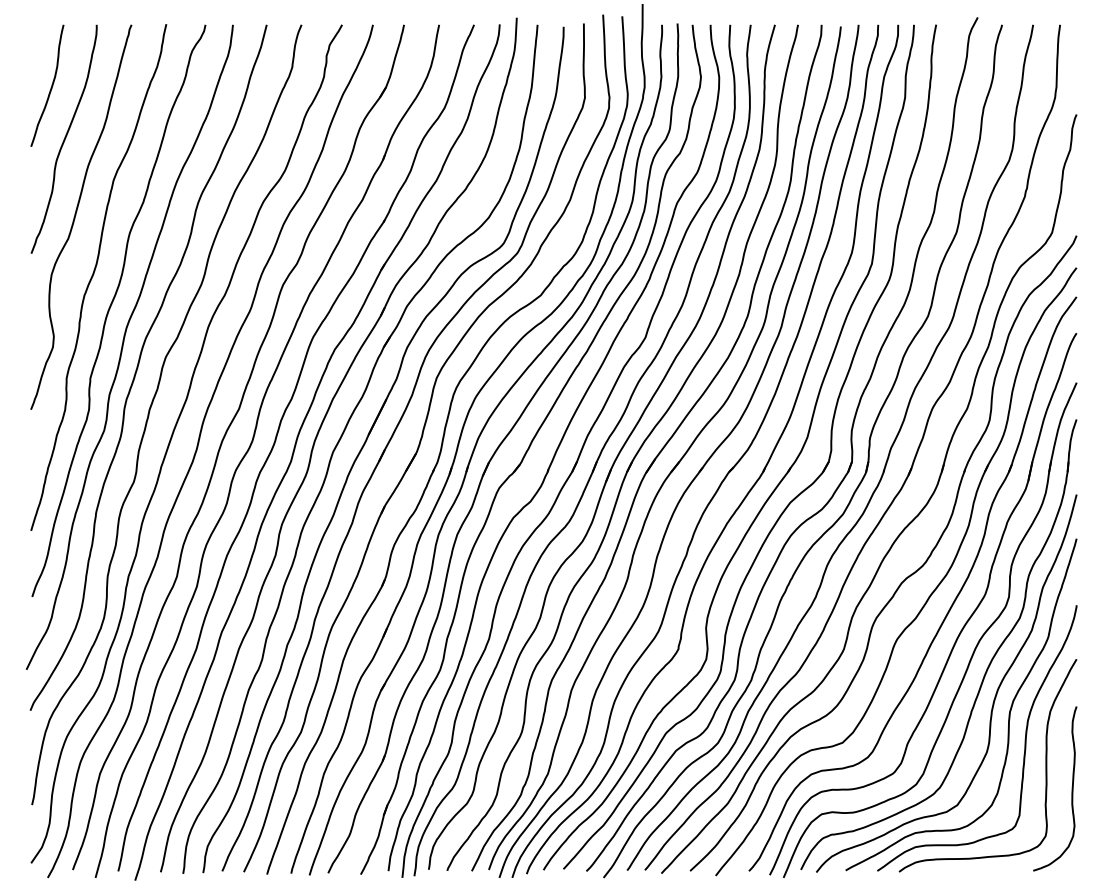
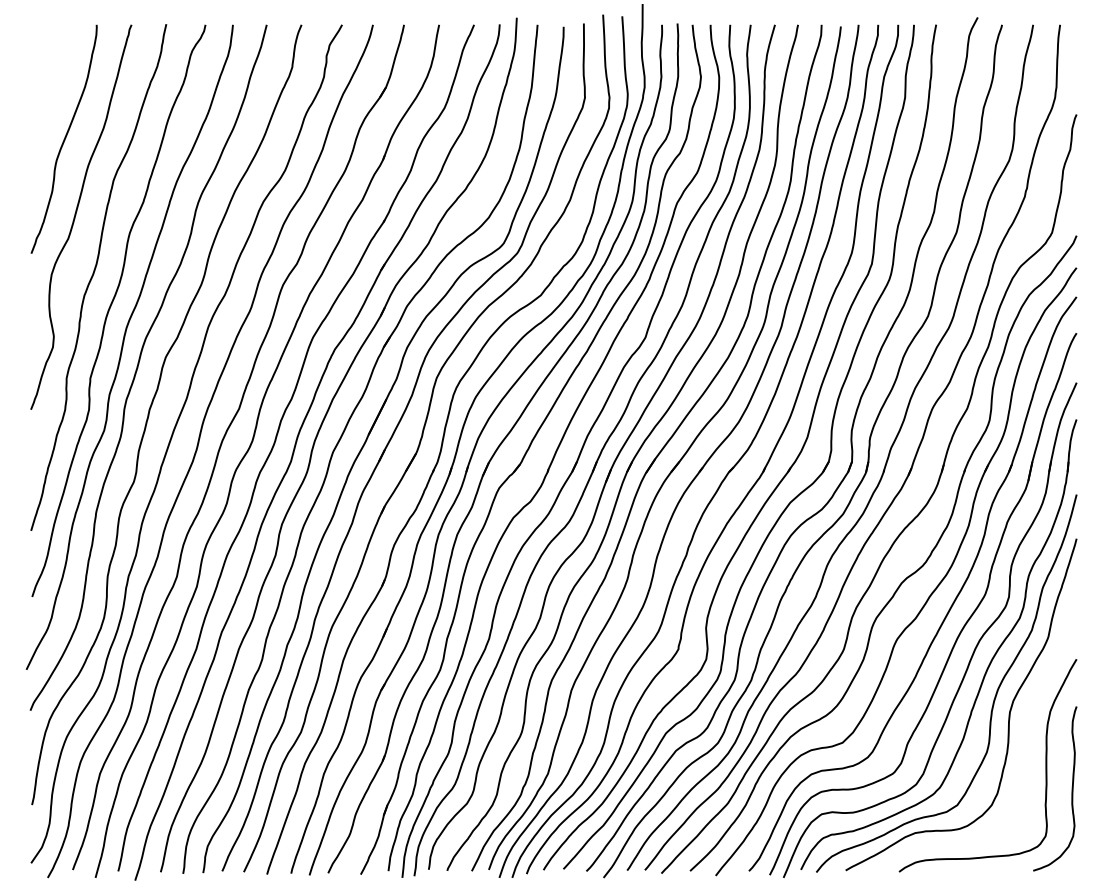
curve at (50, 87): present -> none
curve at (1024, 739): present -> none
